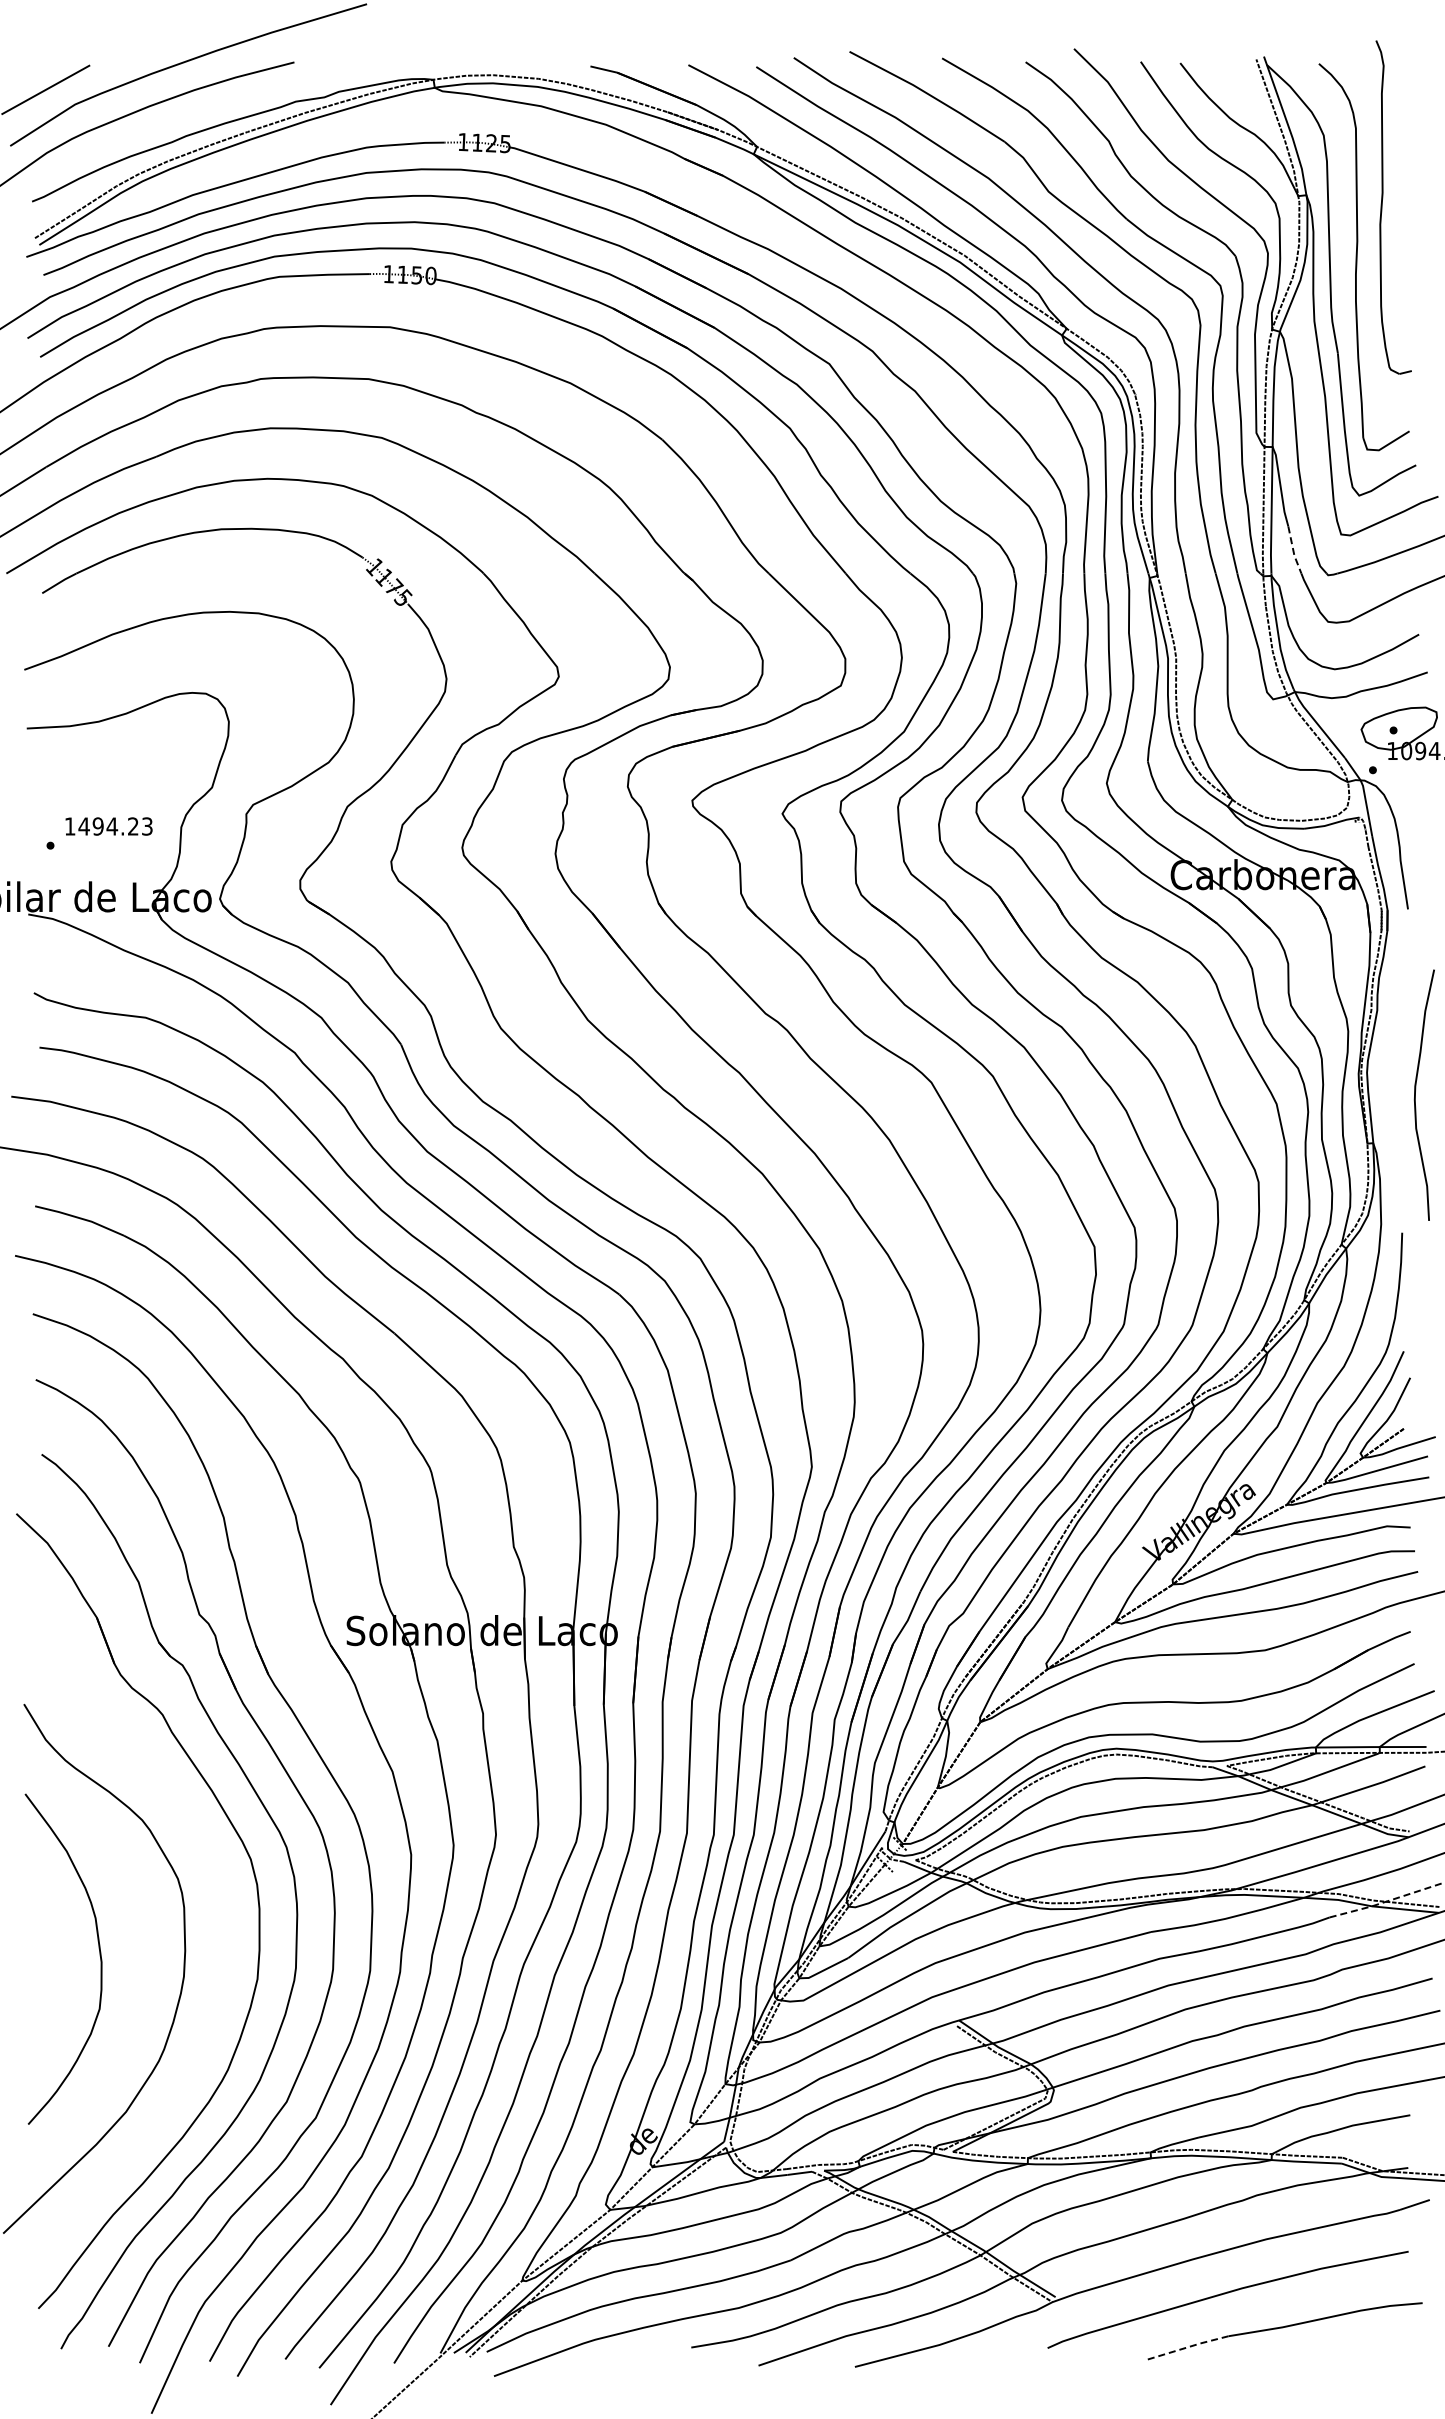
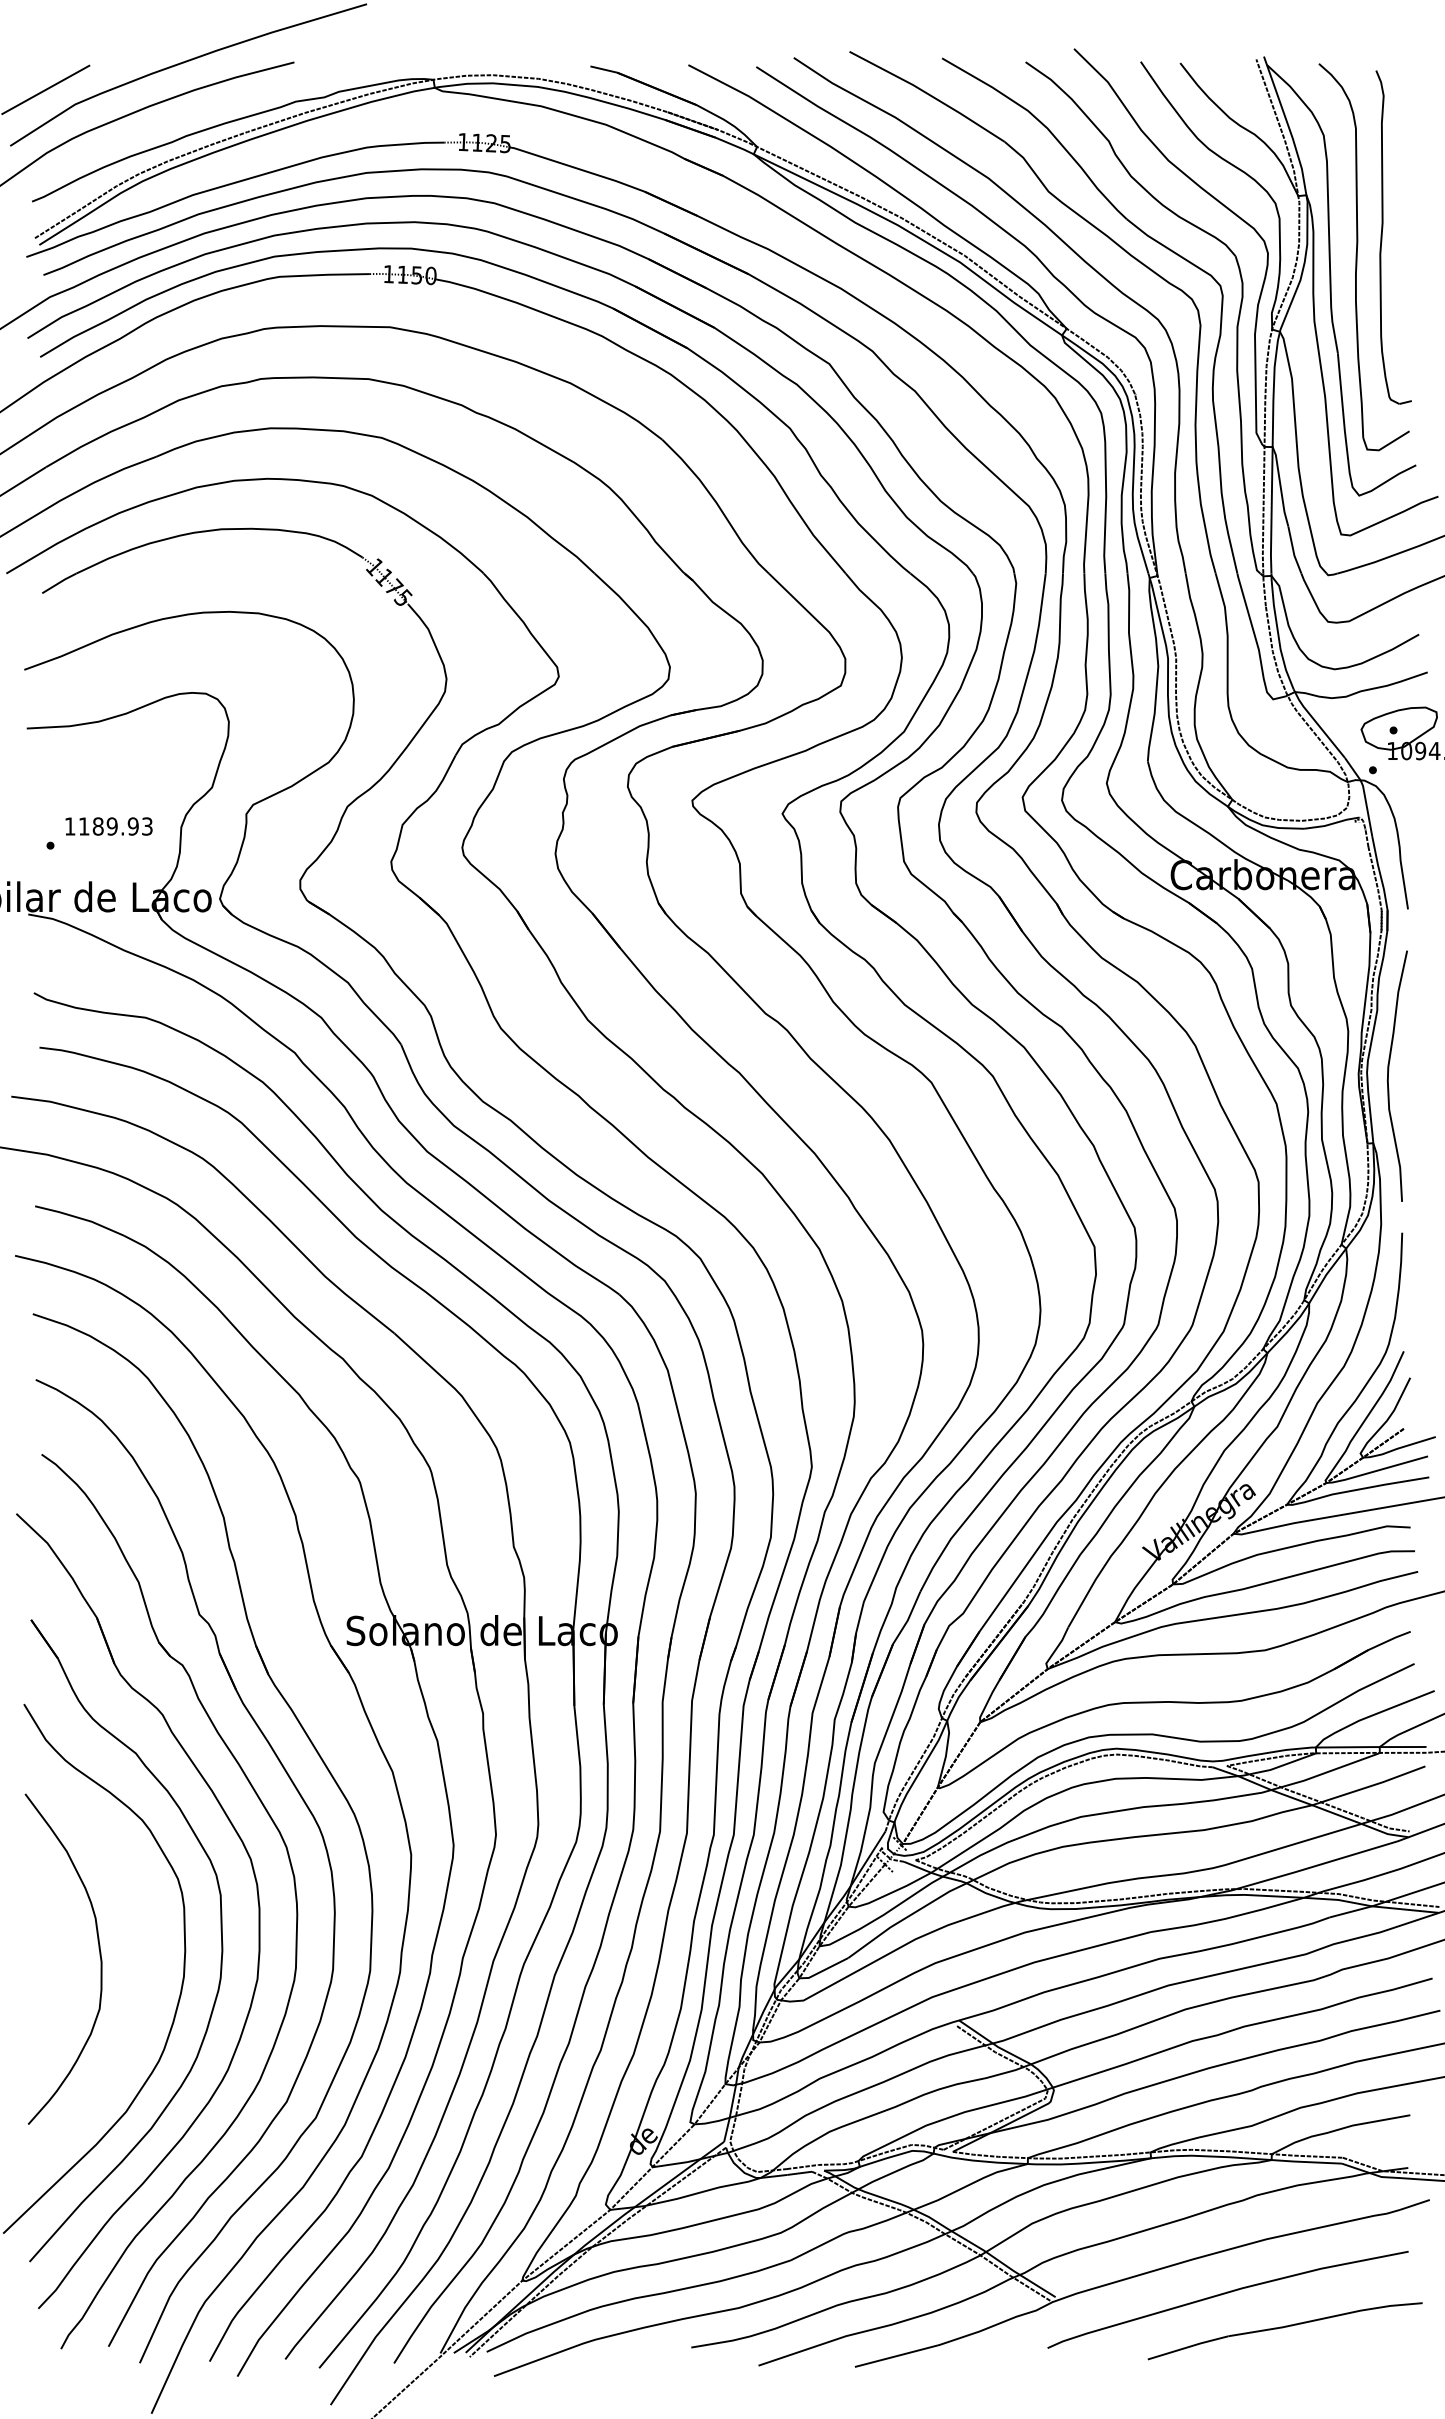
part at (1382, 207) position: (1382, 207) -> (1382, 237)
line at (1293, 551): dashed -> solid
text at (108, 826): 1494.23 -> 1189.93
curve at (1415, 1094) position: (1415, 1094) -> (1388, 1075)
line at (1387, 1901): dashed -> solid
part at (220, 1931): none -> present
line at (1188, 2347): dashed -> solid
